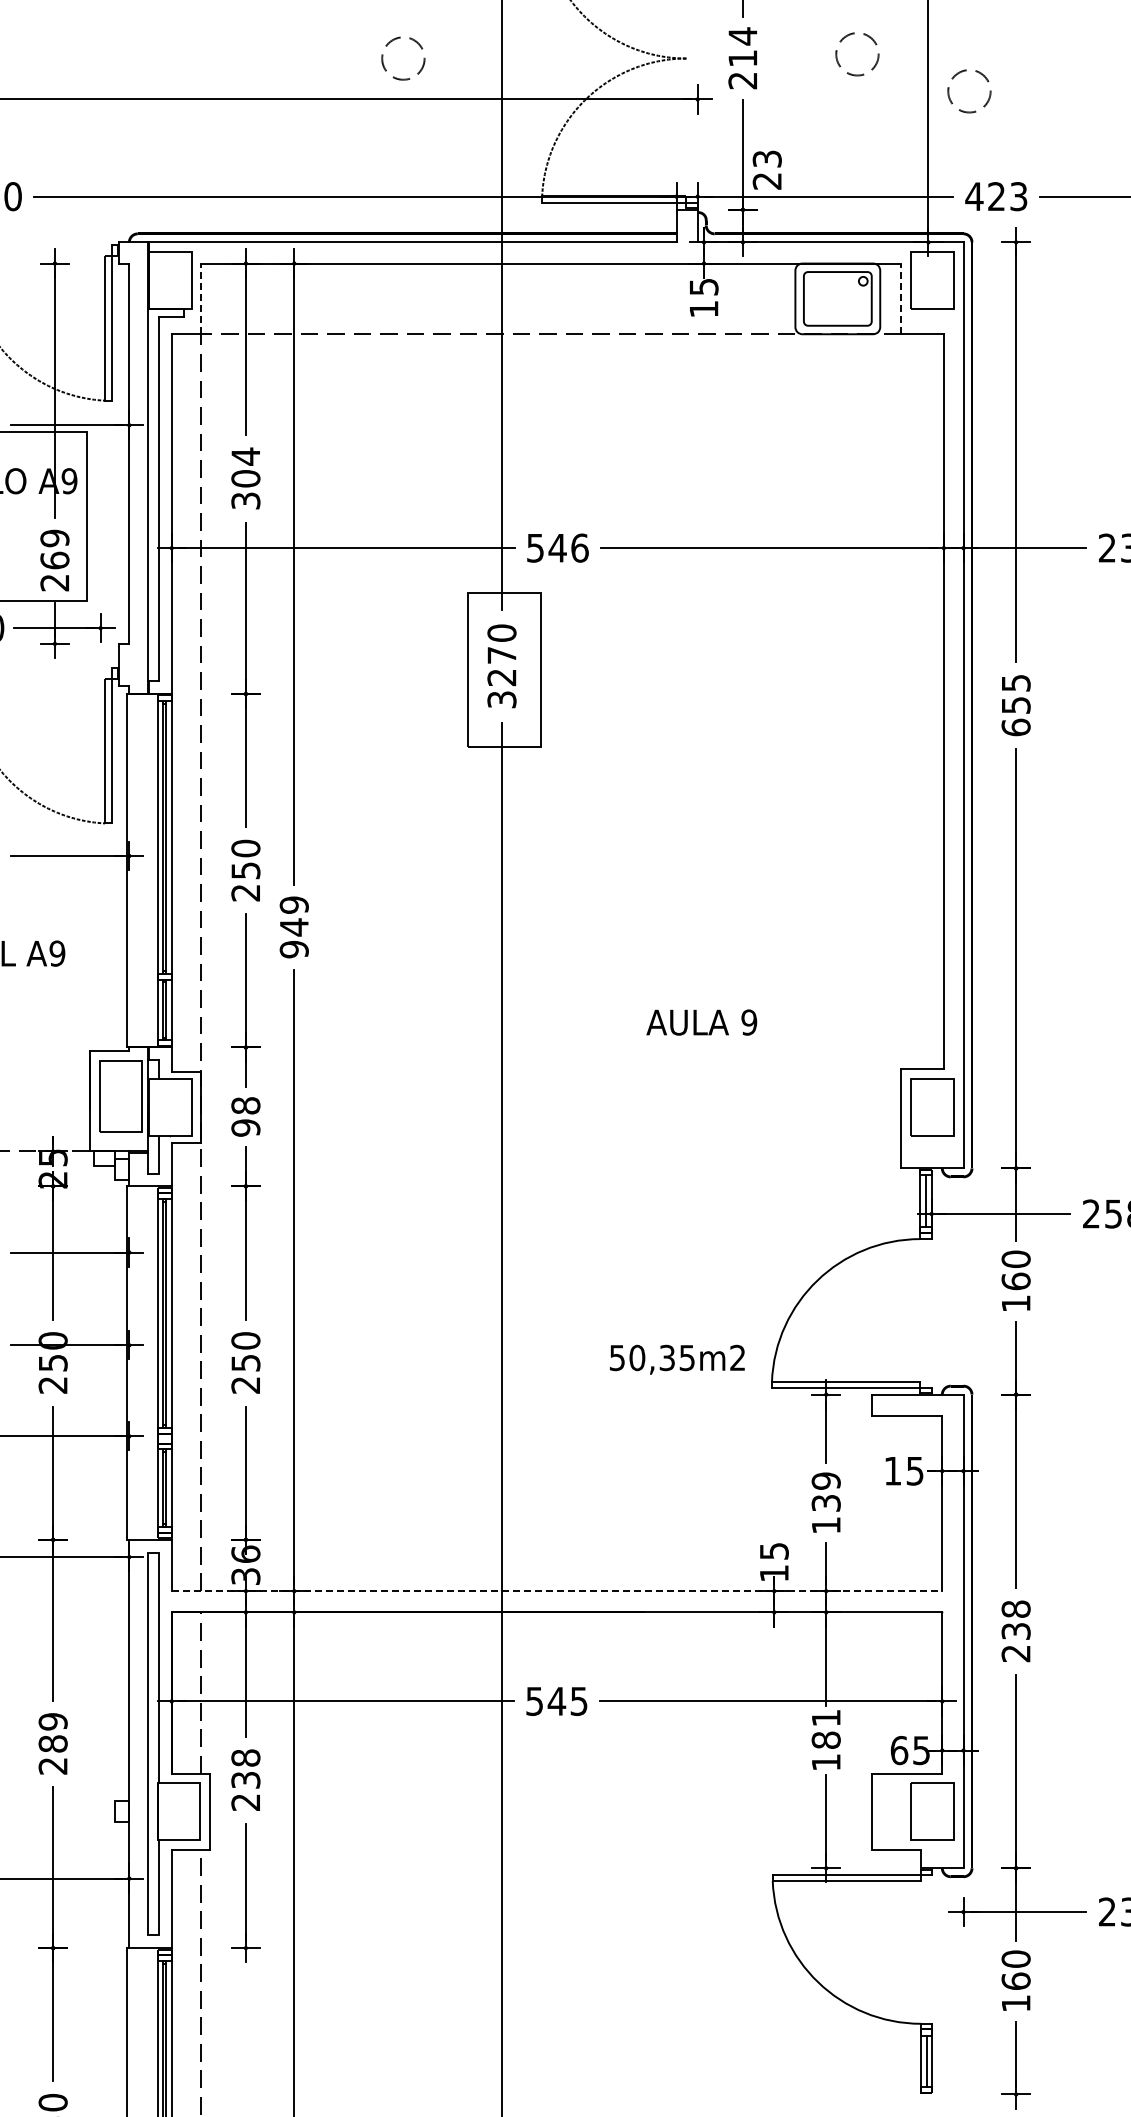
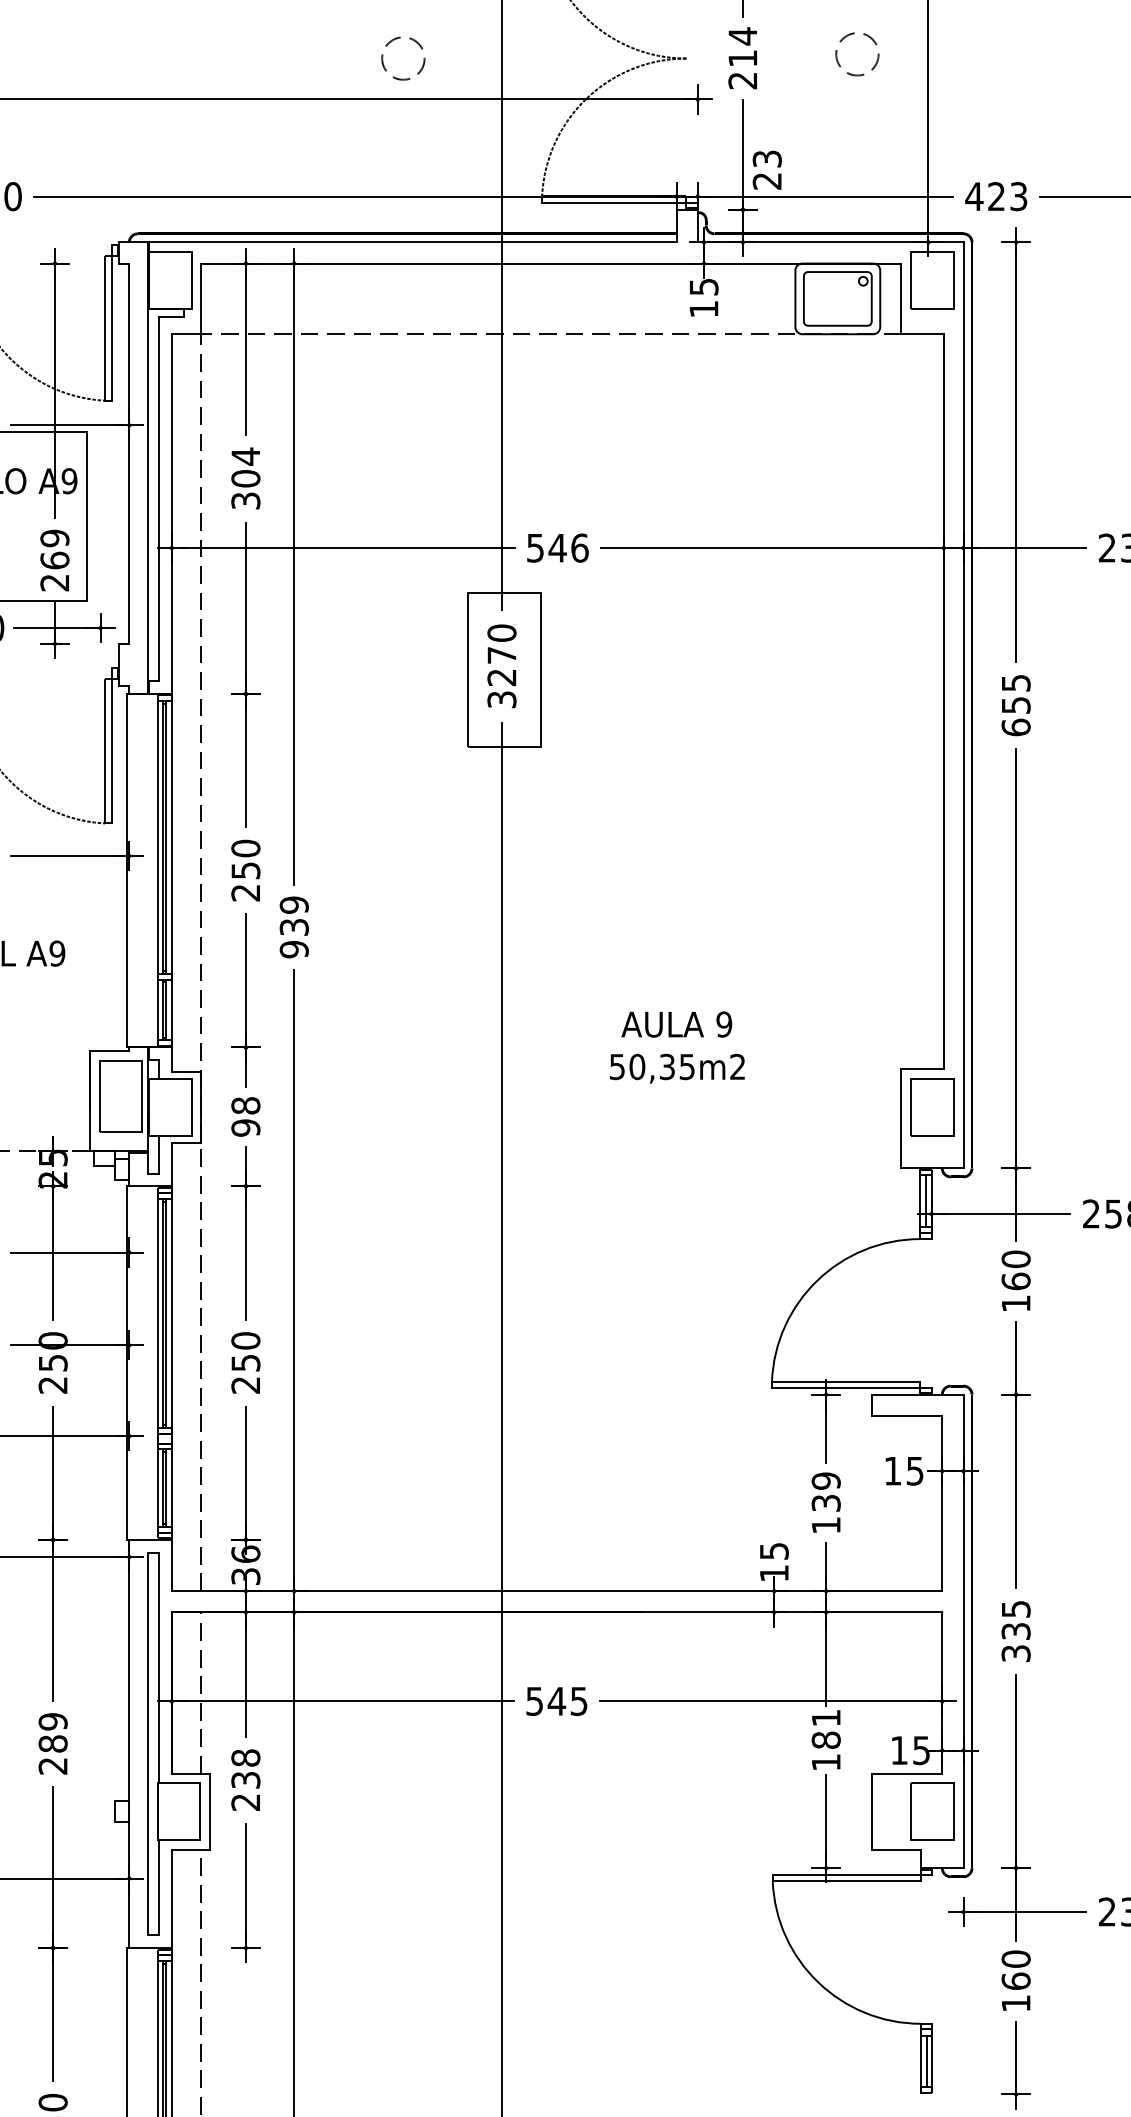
circle at (969, 91): present -> none
line at (201, 298): dashed -> solid
line at (901, 298): dashed -> solid
text at (293, 927): 949 -> 939
text at (701, 1022) position: (701, 1022) -> (676, 1024)
text at (677, 1359) position: (677, 1359) -> (677, 1068)
line at (557, 1591): dashed -> solid
text at (1015, 1631): 238 -> 335
text at (899, 1750): 65 -> 15
